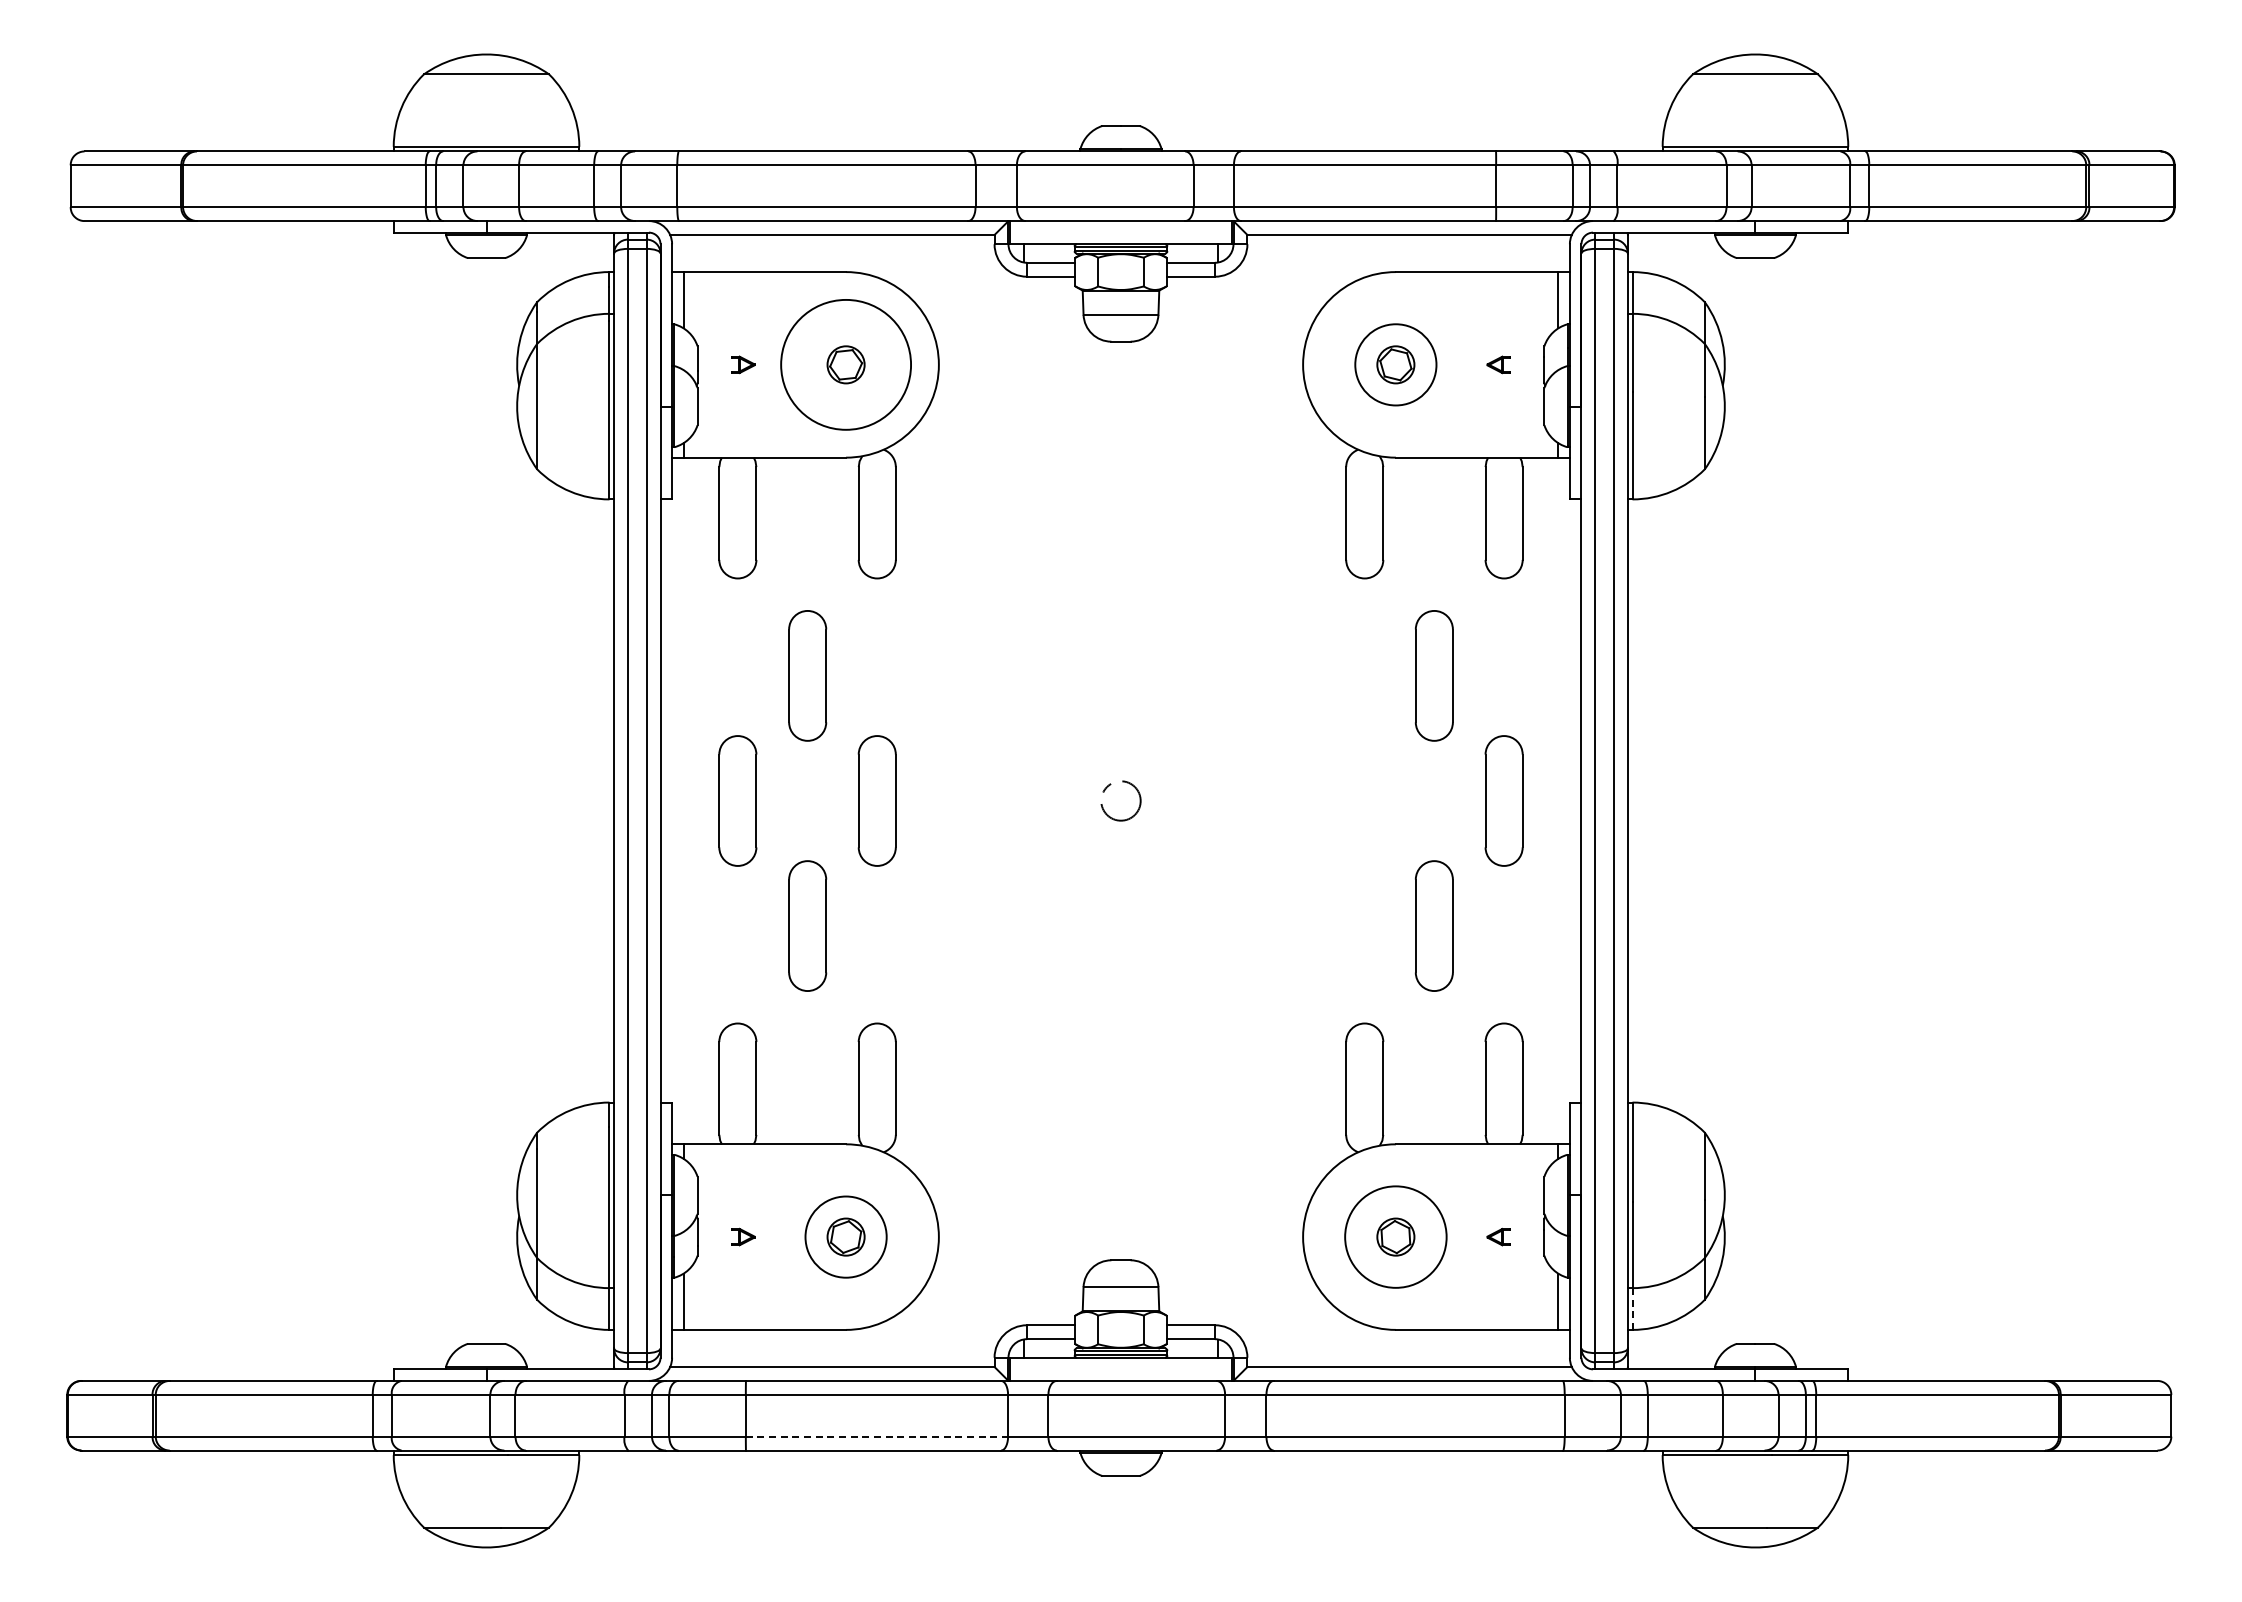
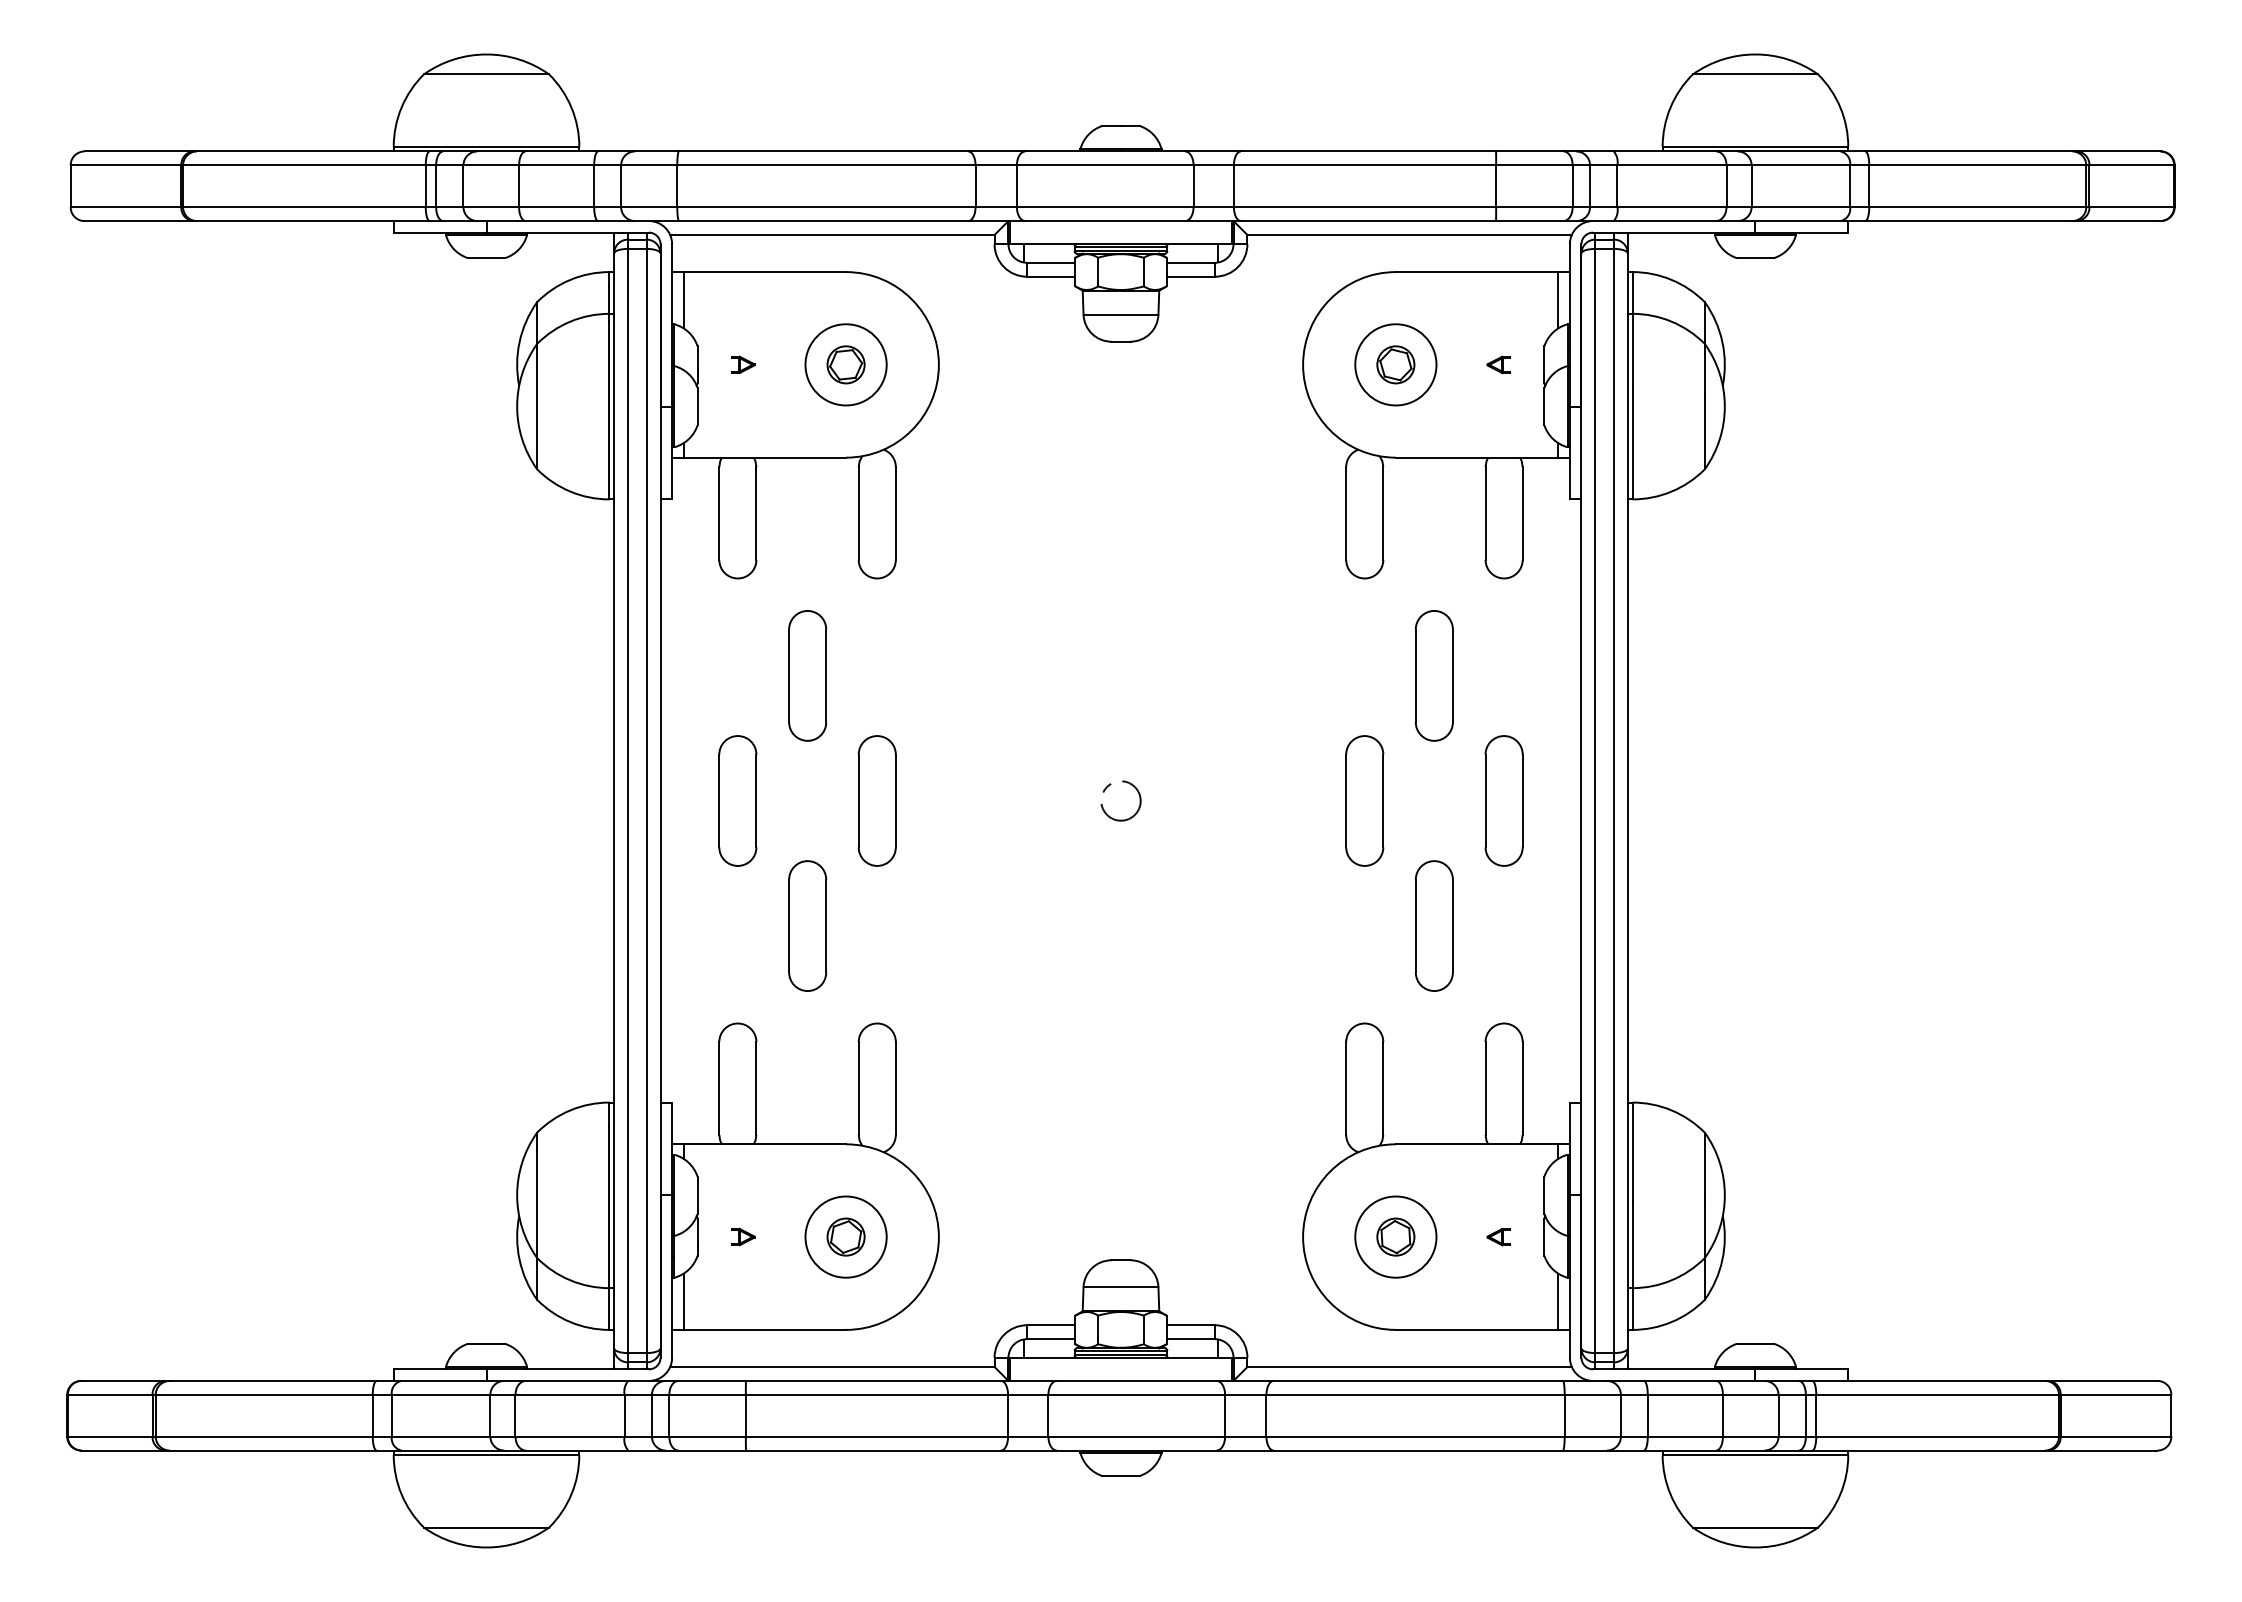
circle at (846, 364) diameter: 130 px -> 81 px
part at (1364, 800): none -> present
circle at (1395, 1236) diameter: 101 px -> 81 px
line at (1632, 1309): dashed -> solid
line at (877, 1436): dashed -> solid
